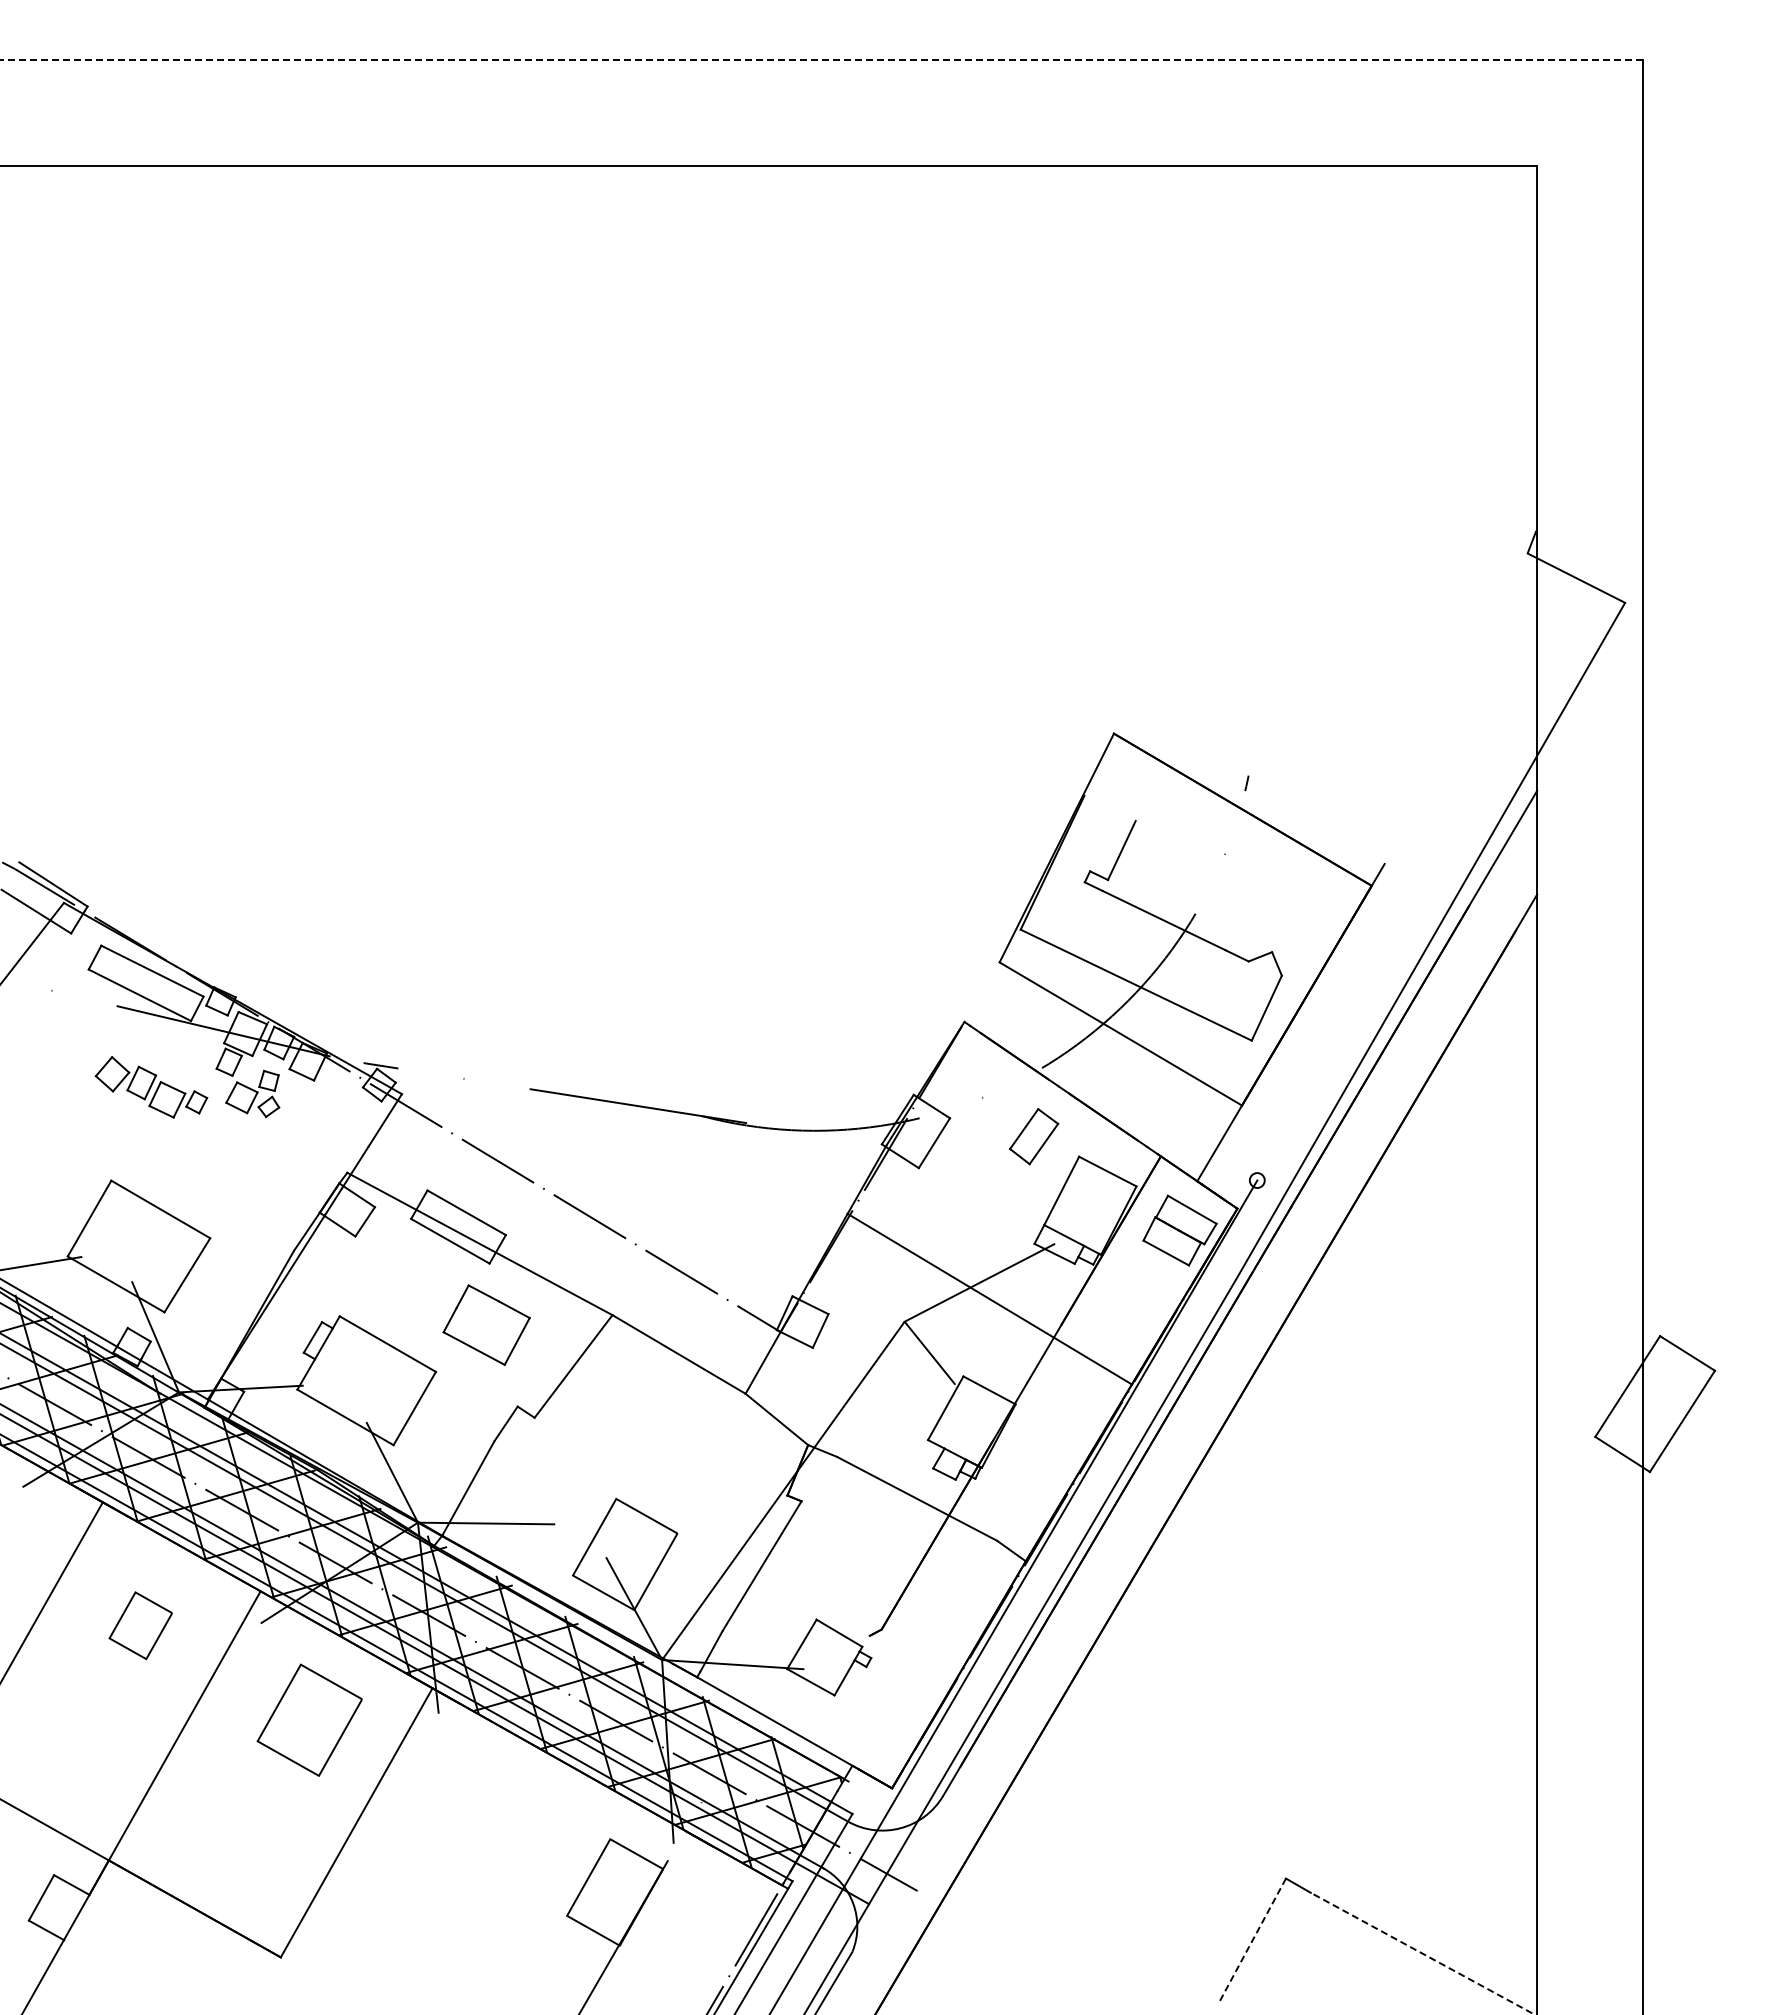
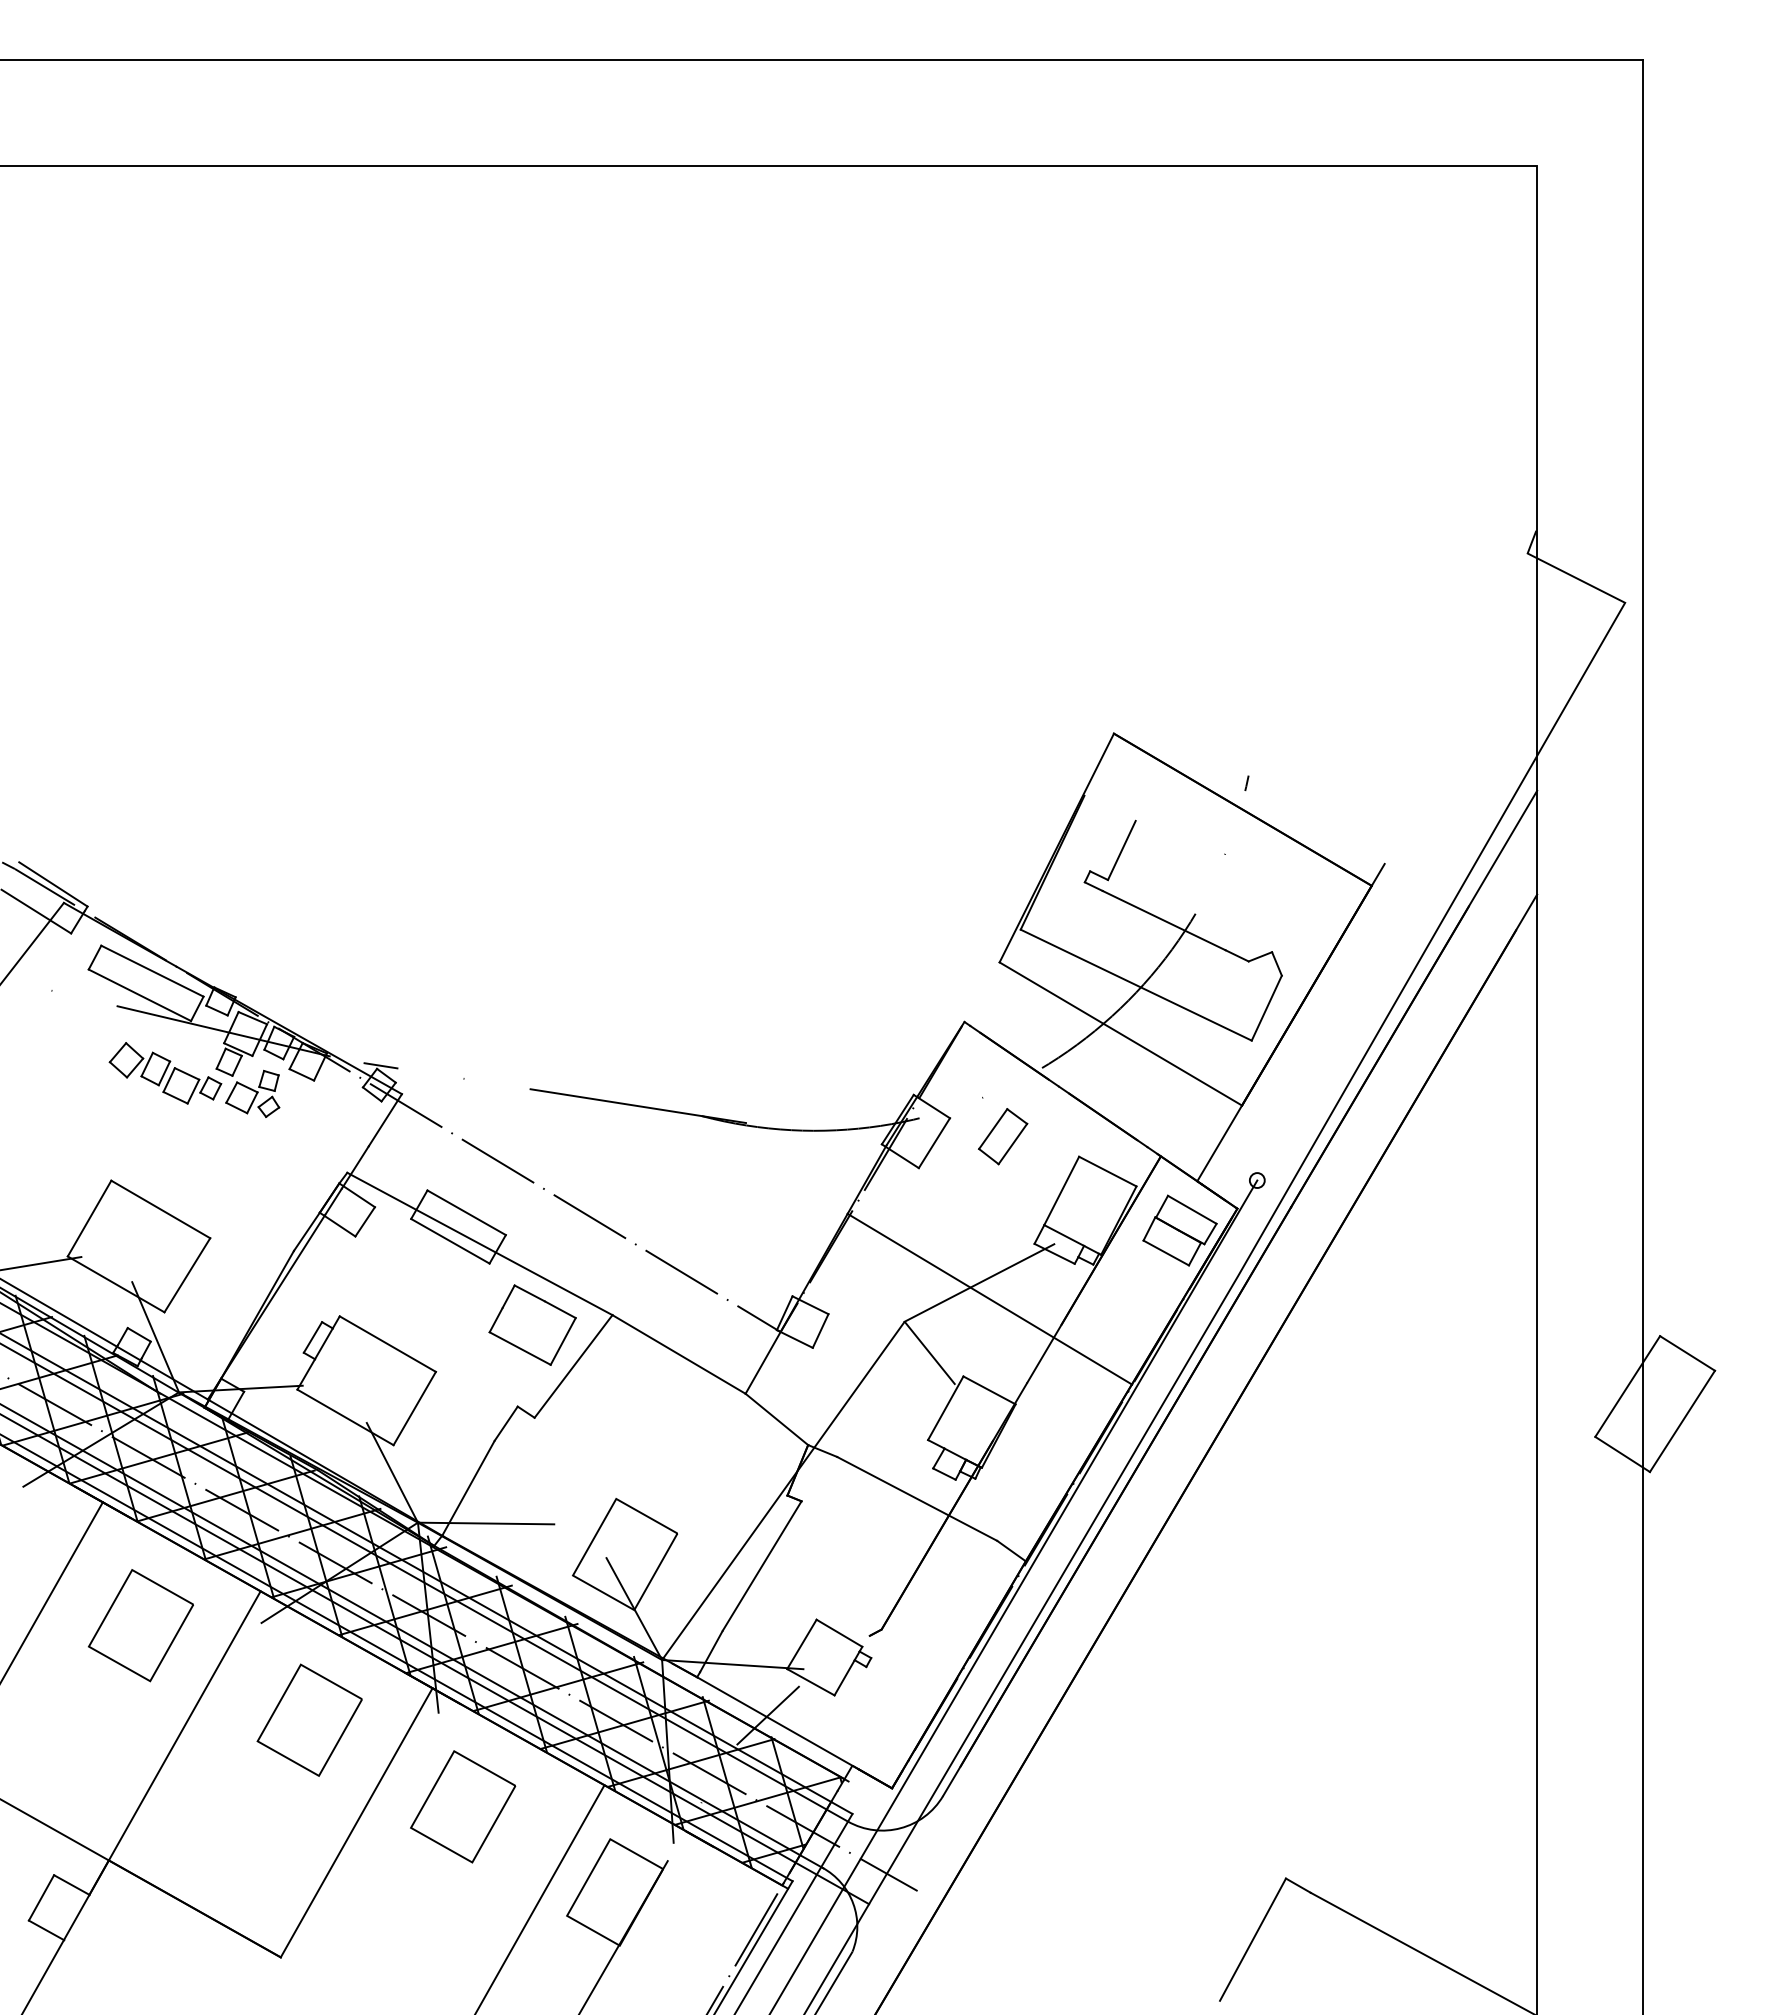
line at (821, 60): dashed -> solid
part at (151, 1087) position: (151, 1087) -> (165, 1073)
part at (1034, 1136) position: (1034, 1136) -> (1003, 1136)
part at (486, 1324) position: (486, 1324) -> (532, 1324)
part at (140, 1625) size: 65x70 px -> 107x114 px
line at (767, 1715): none -> present
part at (463, 1806): none -> present
line at (540, 1898): none -> present
line at (1252, 1940): dashed -> solid
line at (1422, 1953): dashed -> solid
